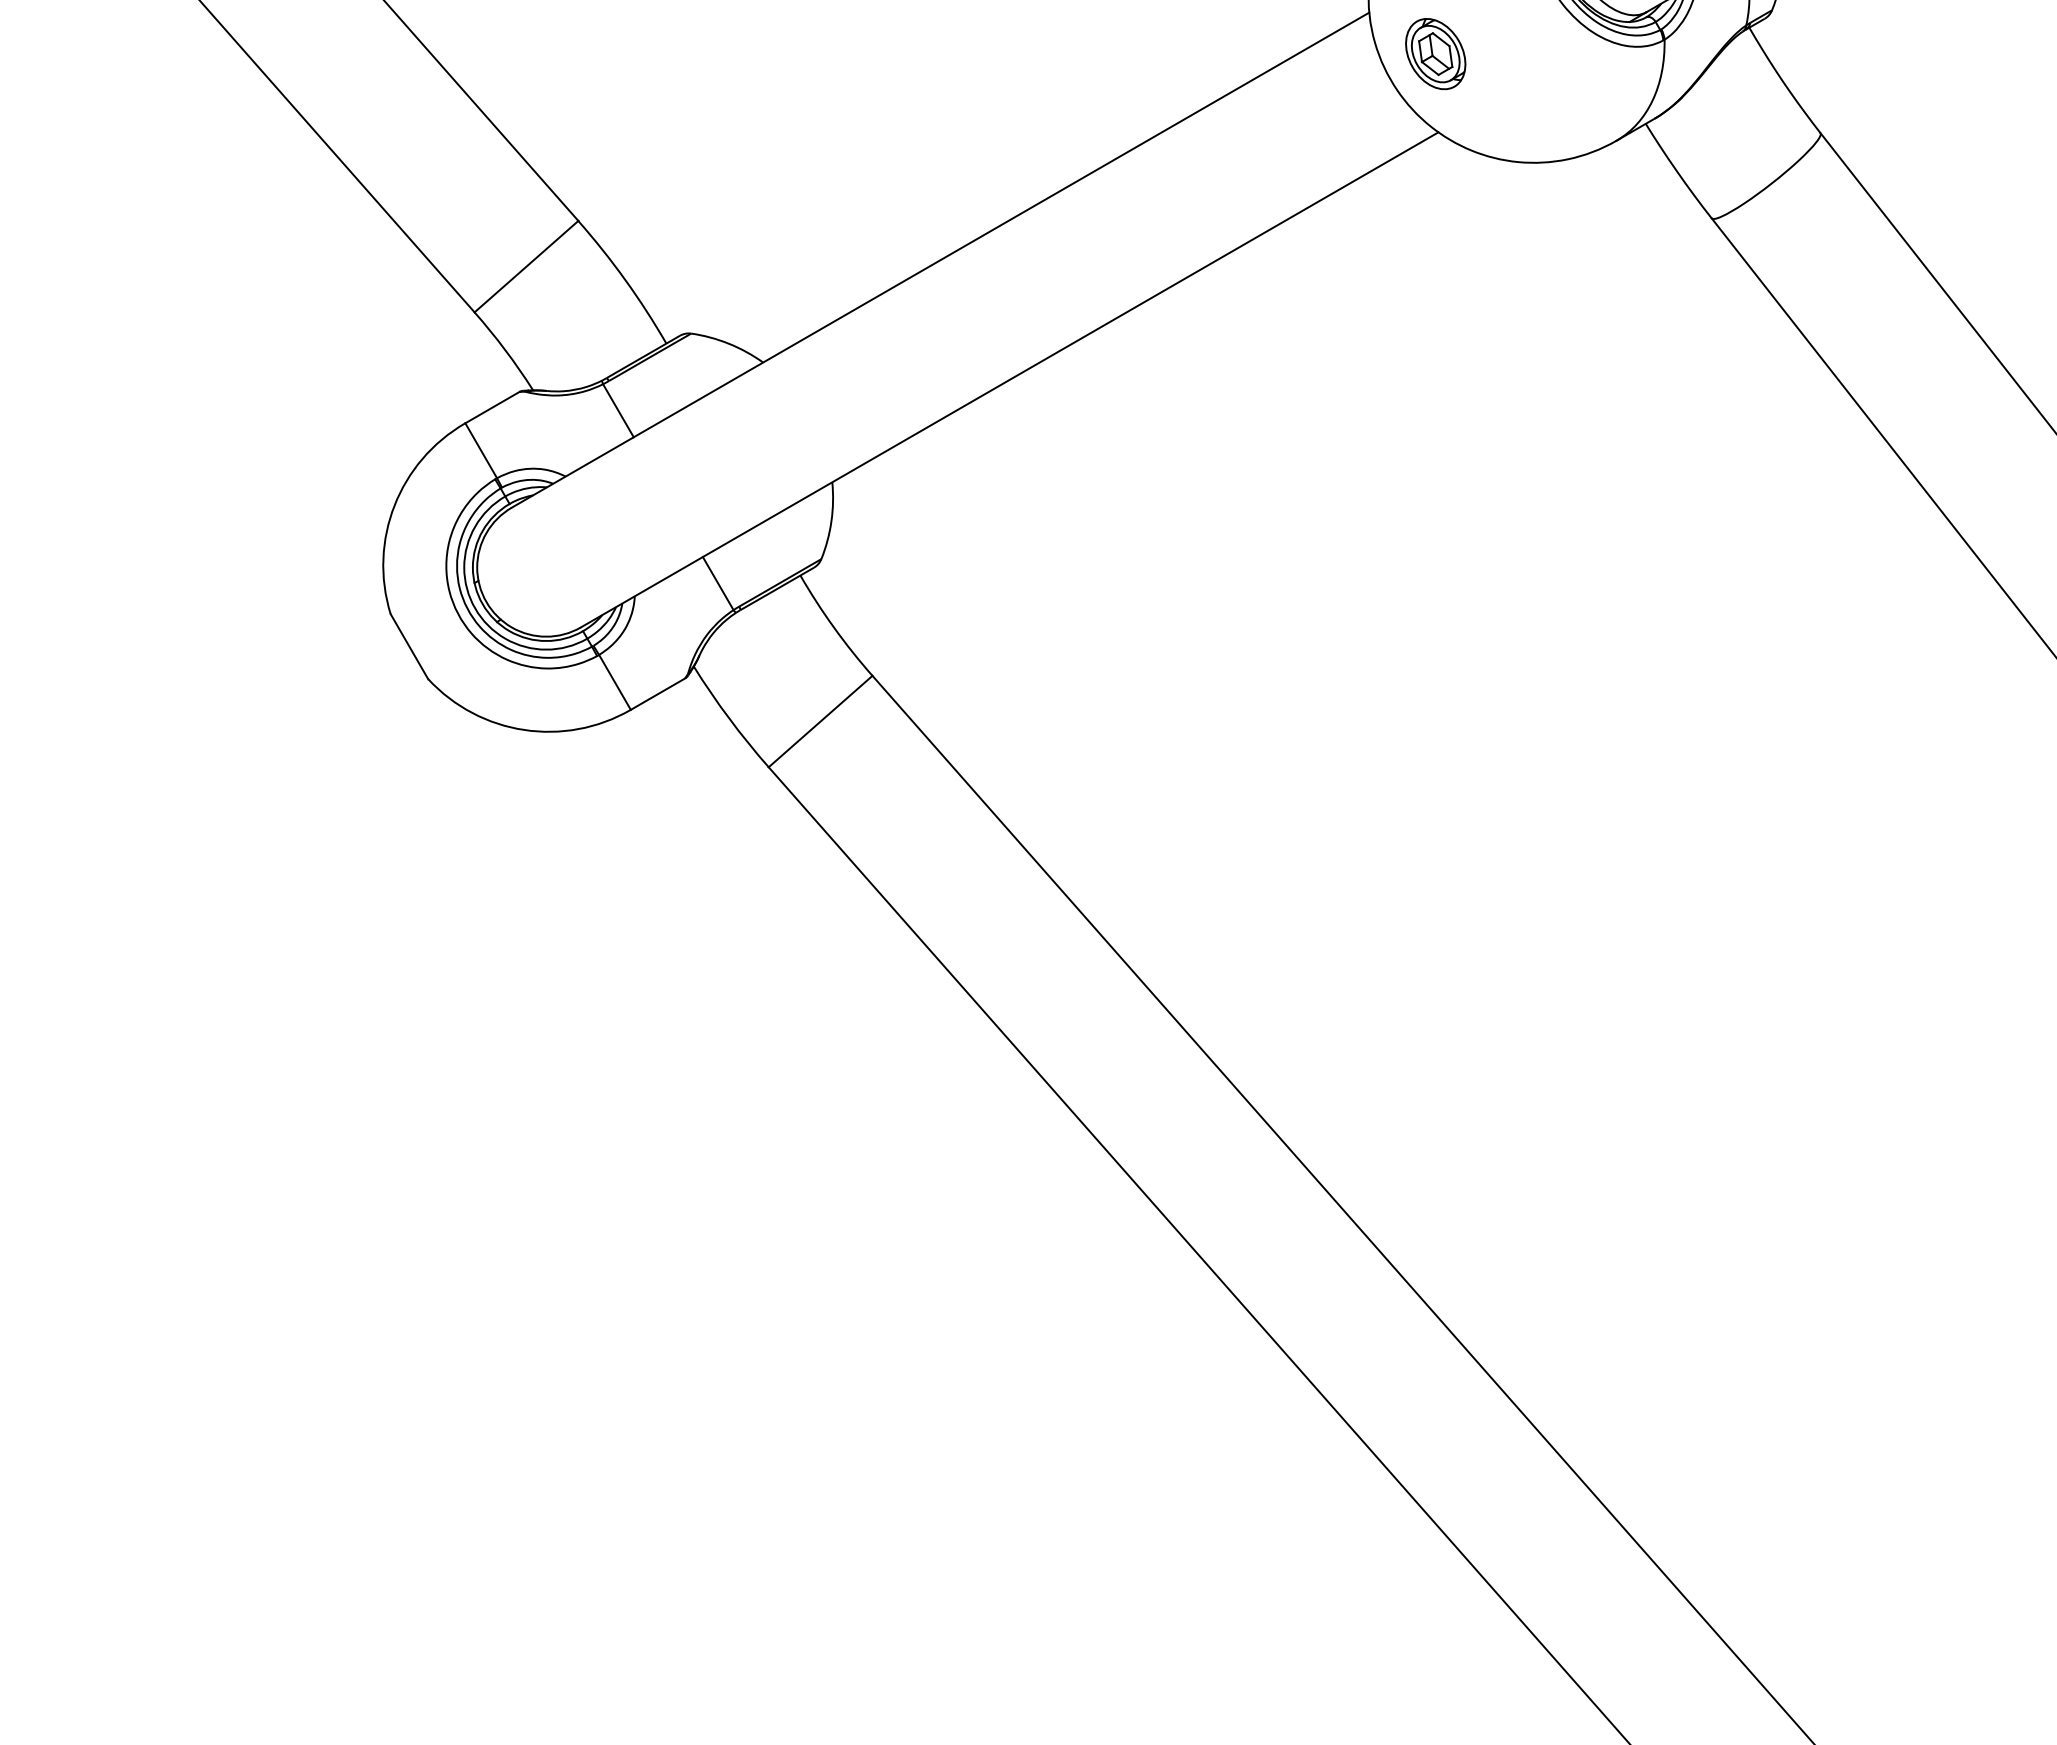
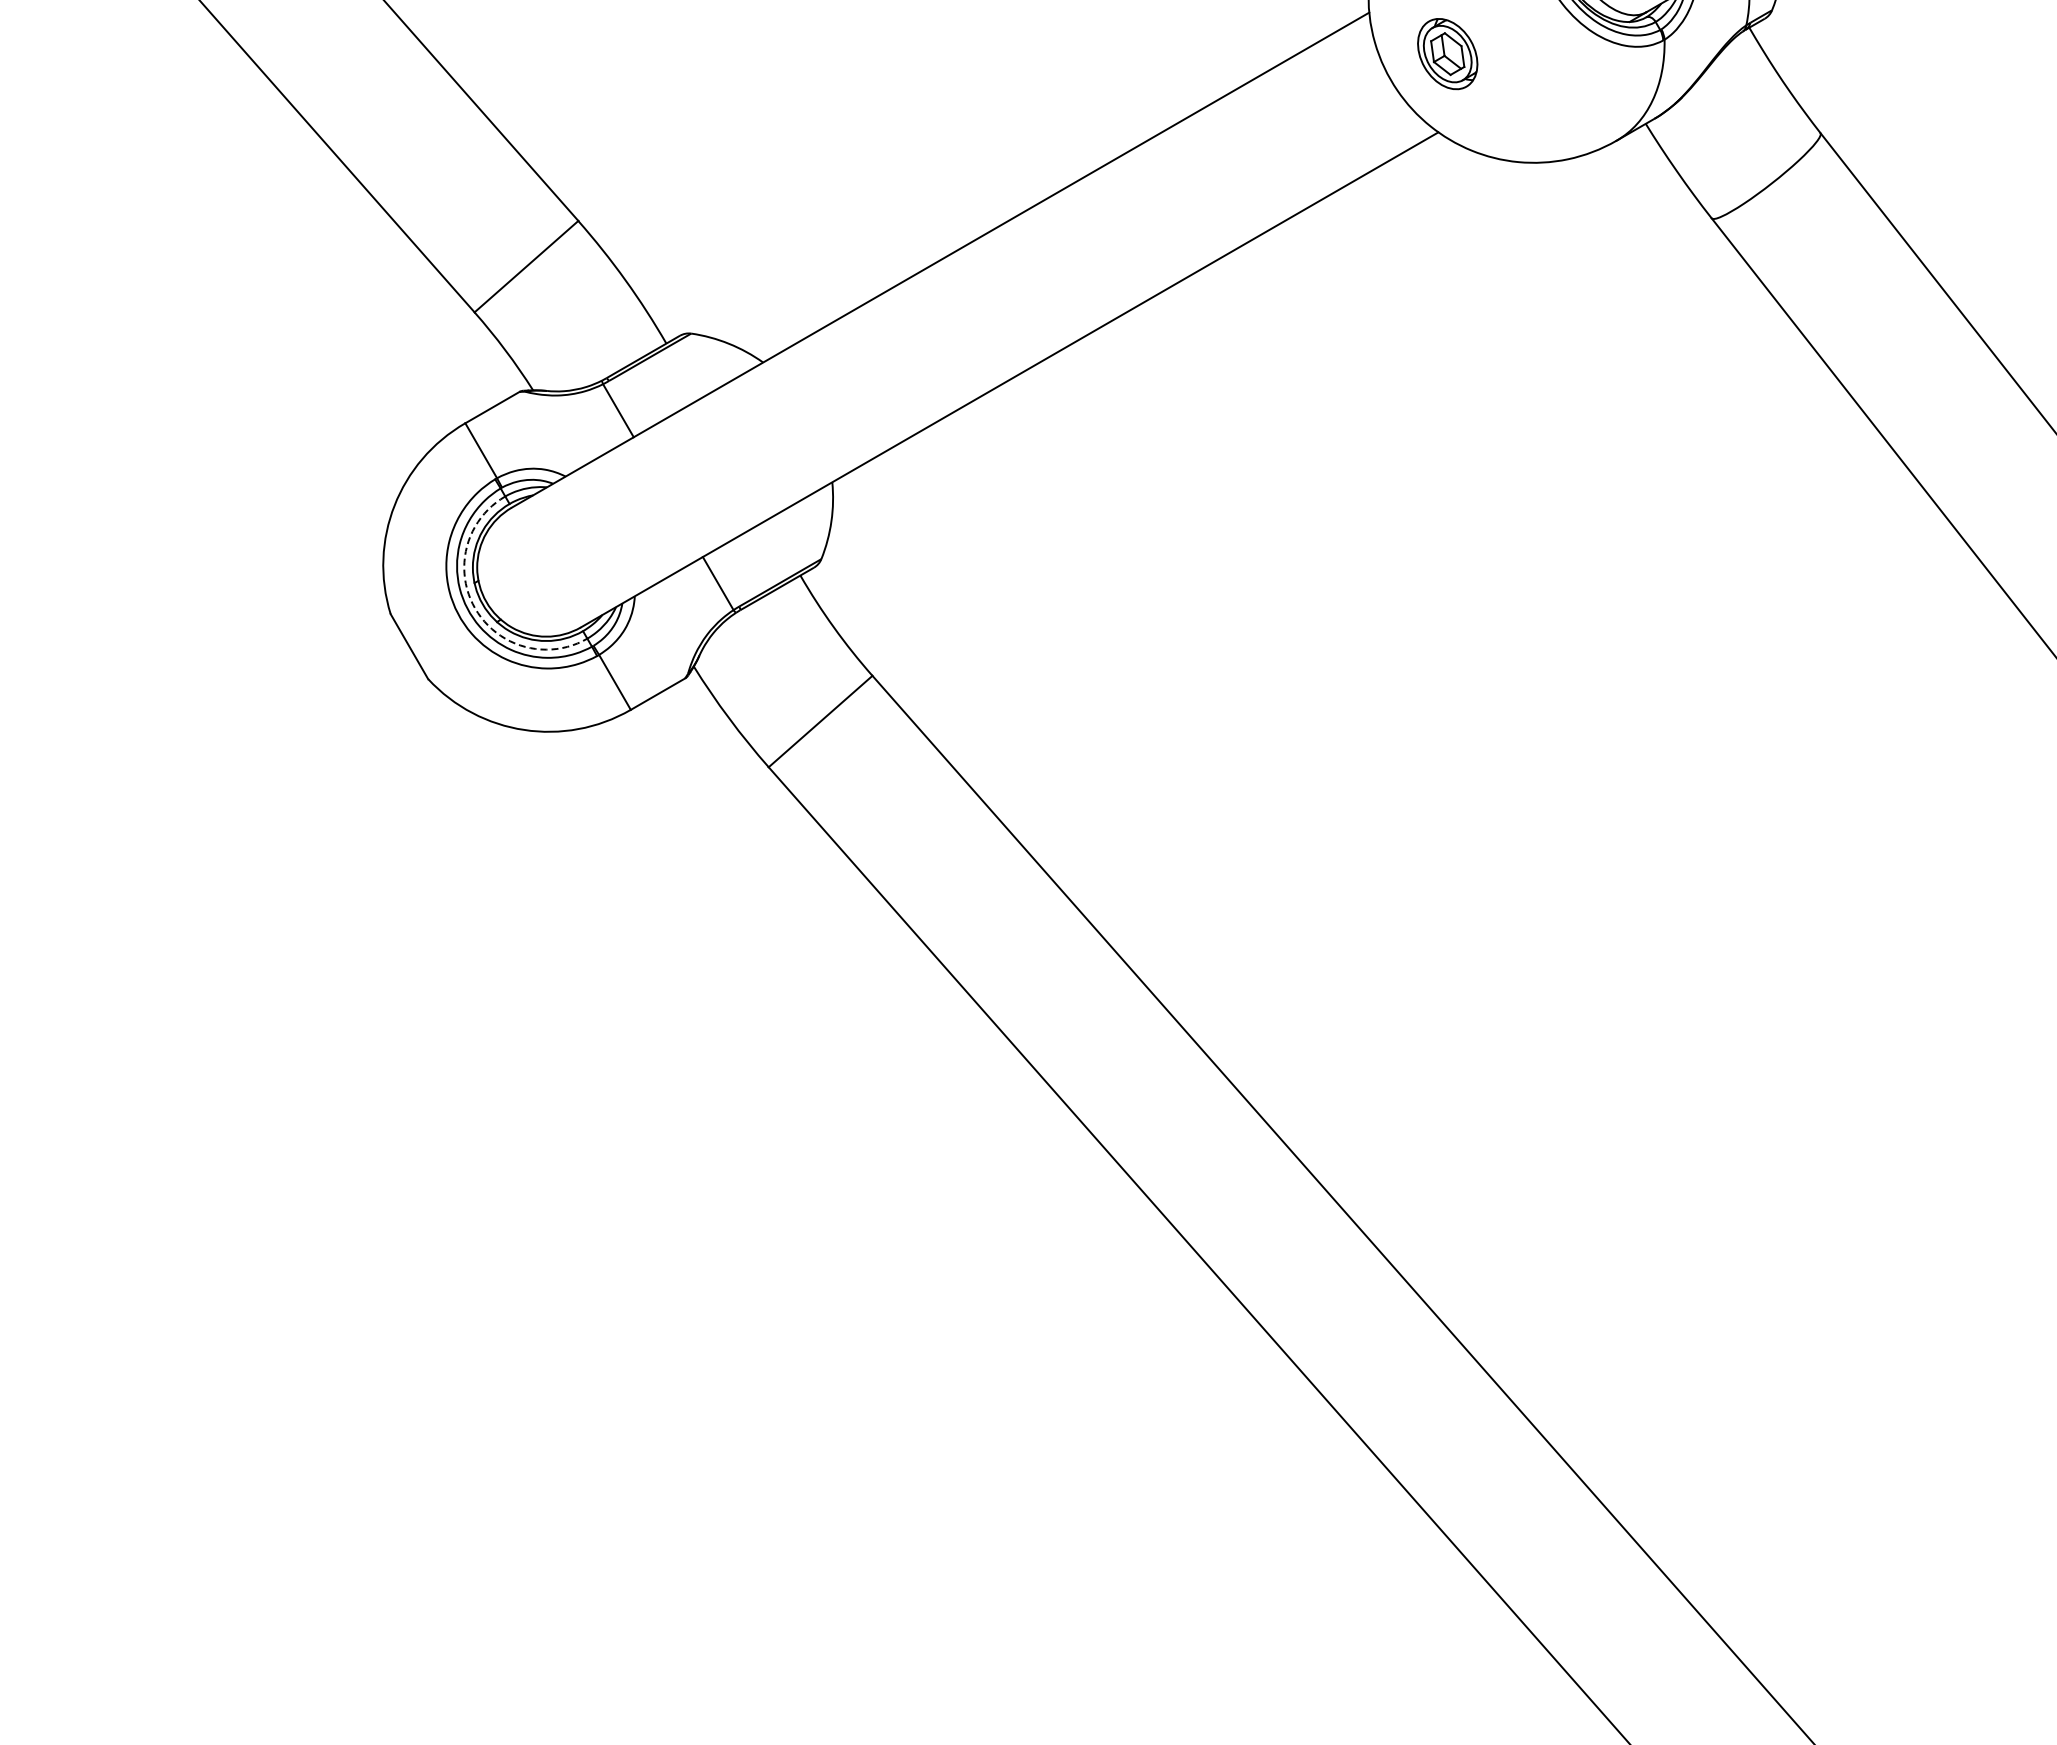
part at (1435, 54) position: (1435, 54) -> (1447, 54)
arc at (475, 608): solid -> dashed
